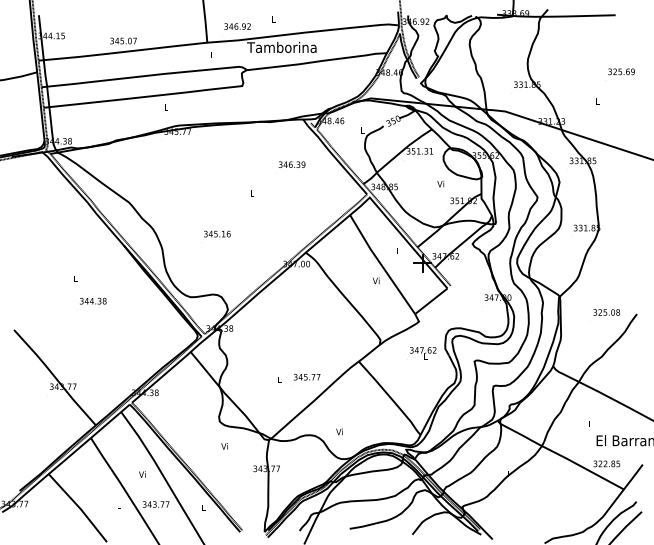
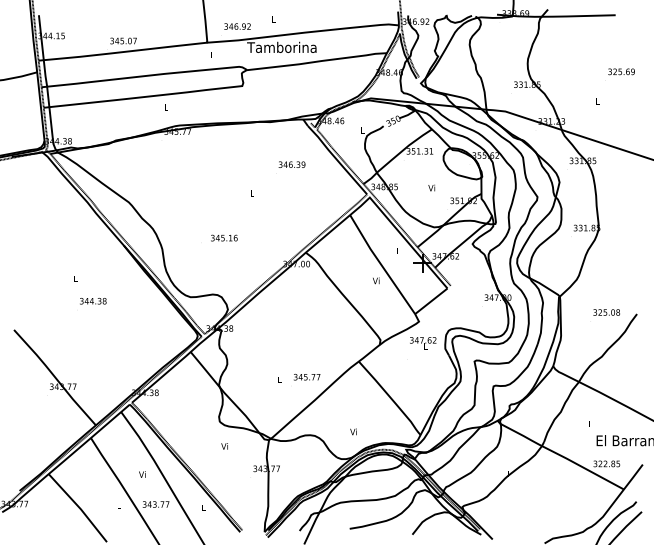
text at (440, 183) position: (440, 183) -> (431, 187)
text at (217, 233) position: (217, 233) -> (224, 237)
text at (423, 353) position: (423, 353) -> (423, 343)
text at (339, 431) position: (339, 431) -> (353, 431)
